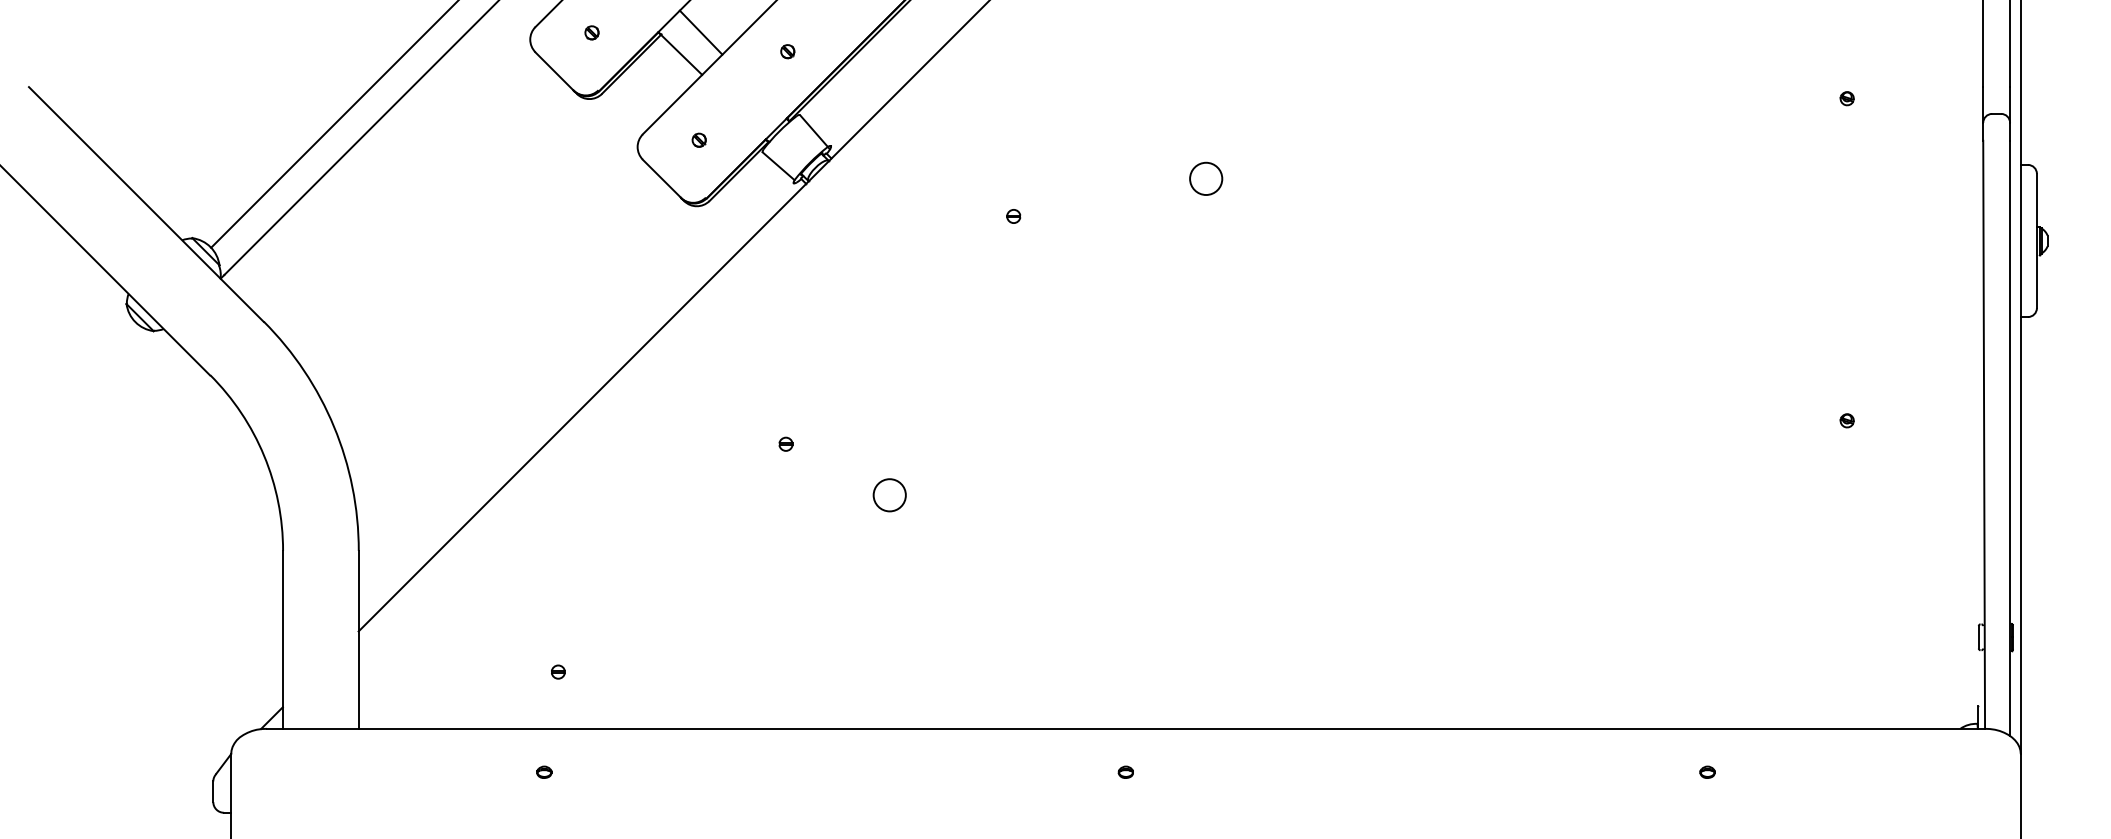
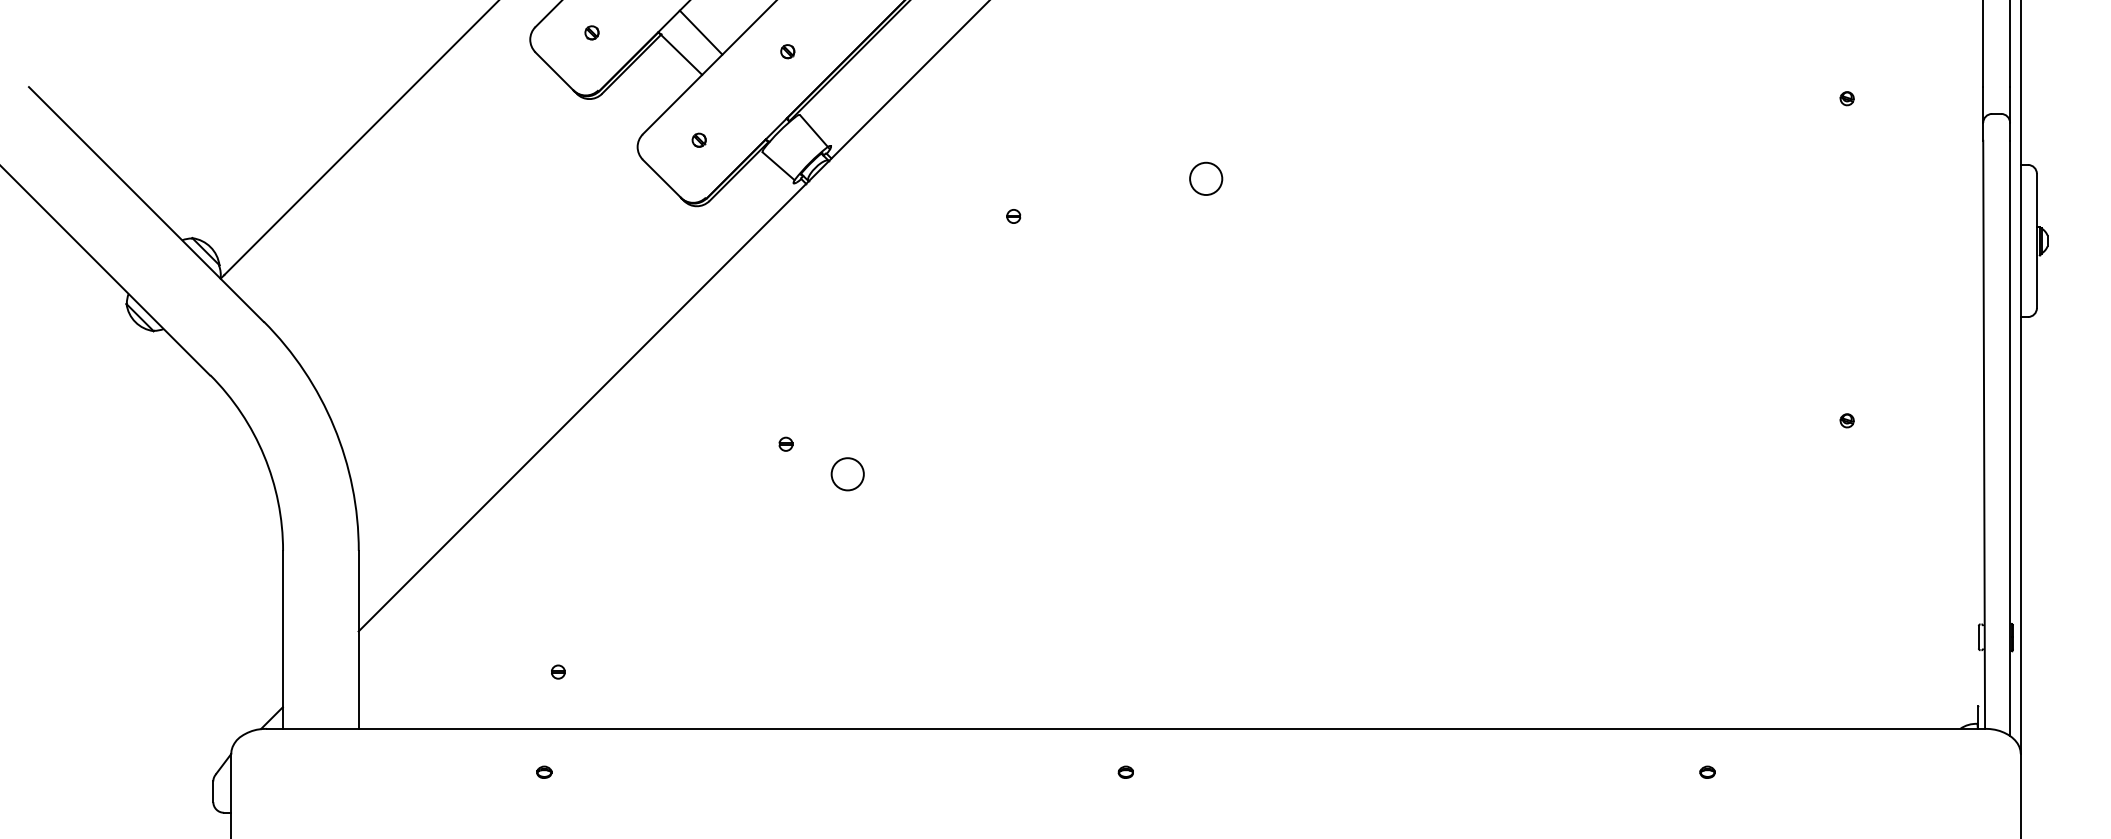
line at (333, 124): present -> none
circle at (889, 495) position: (889, 495) -> (847, 474)
